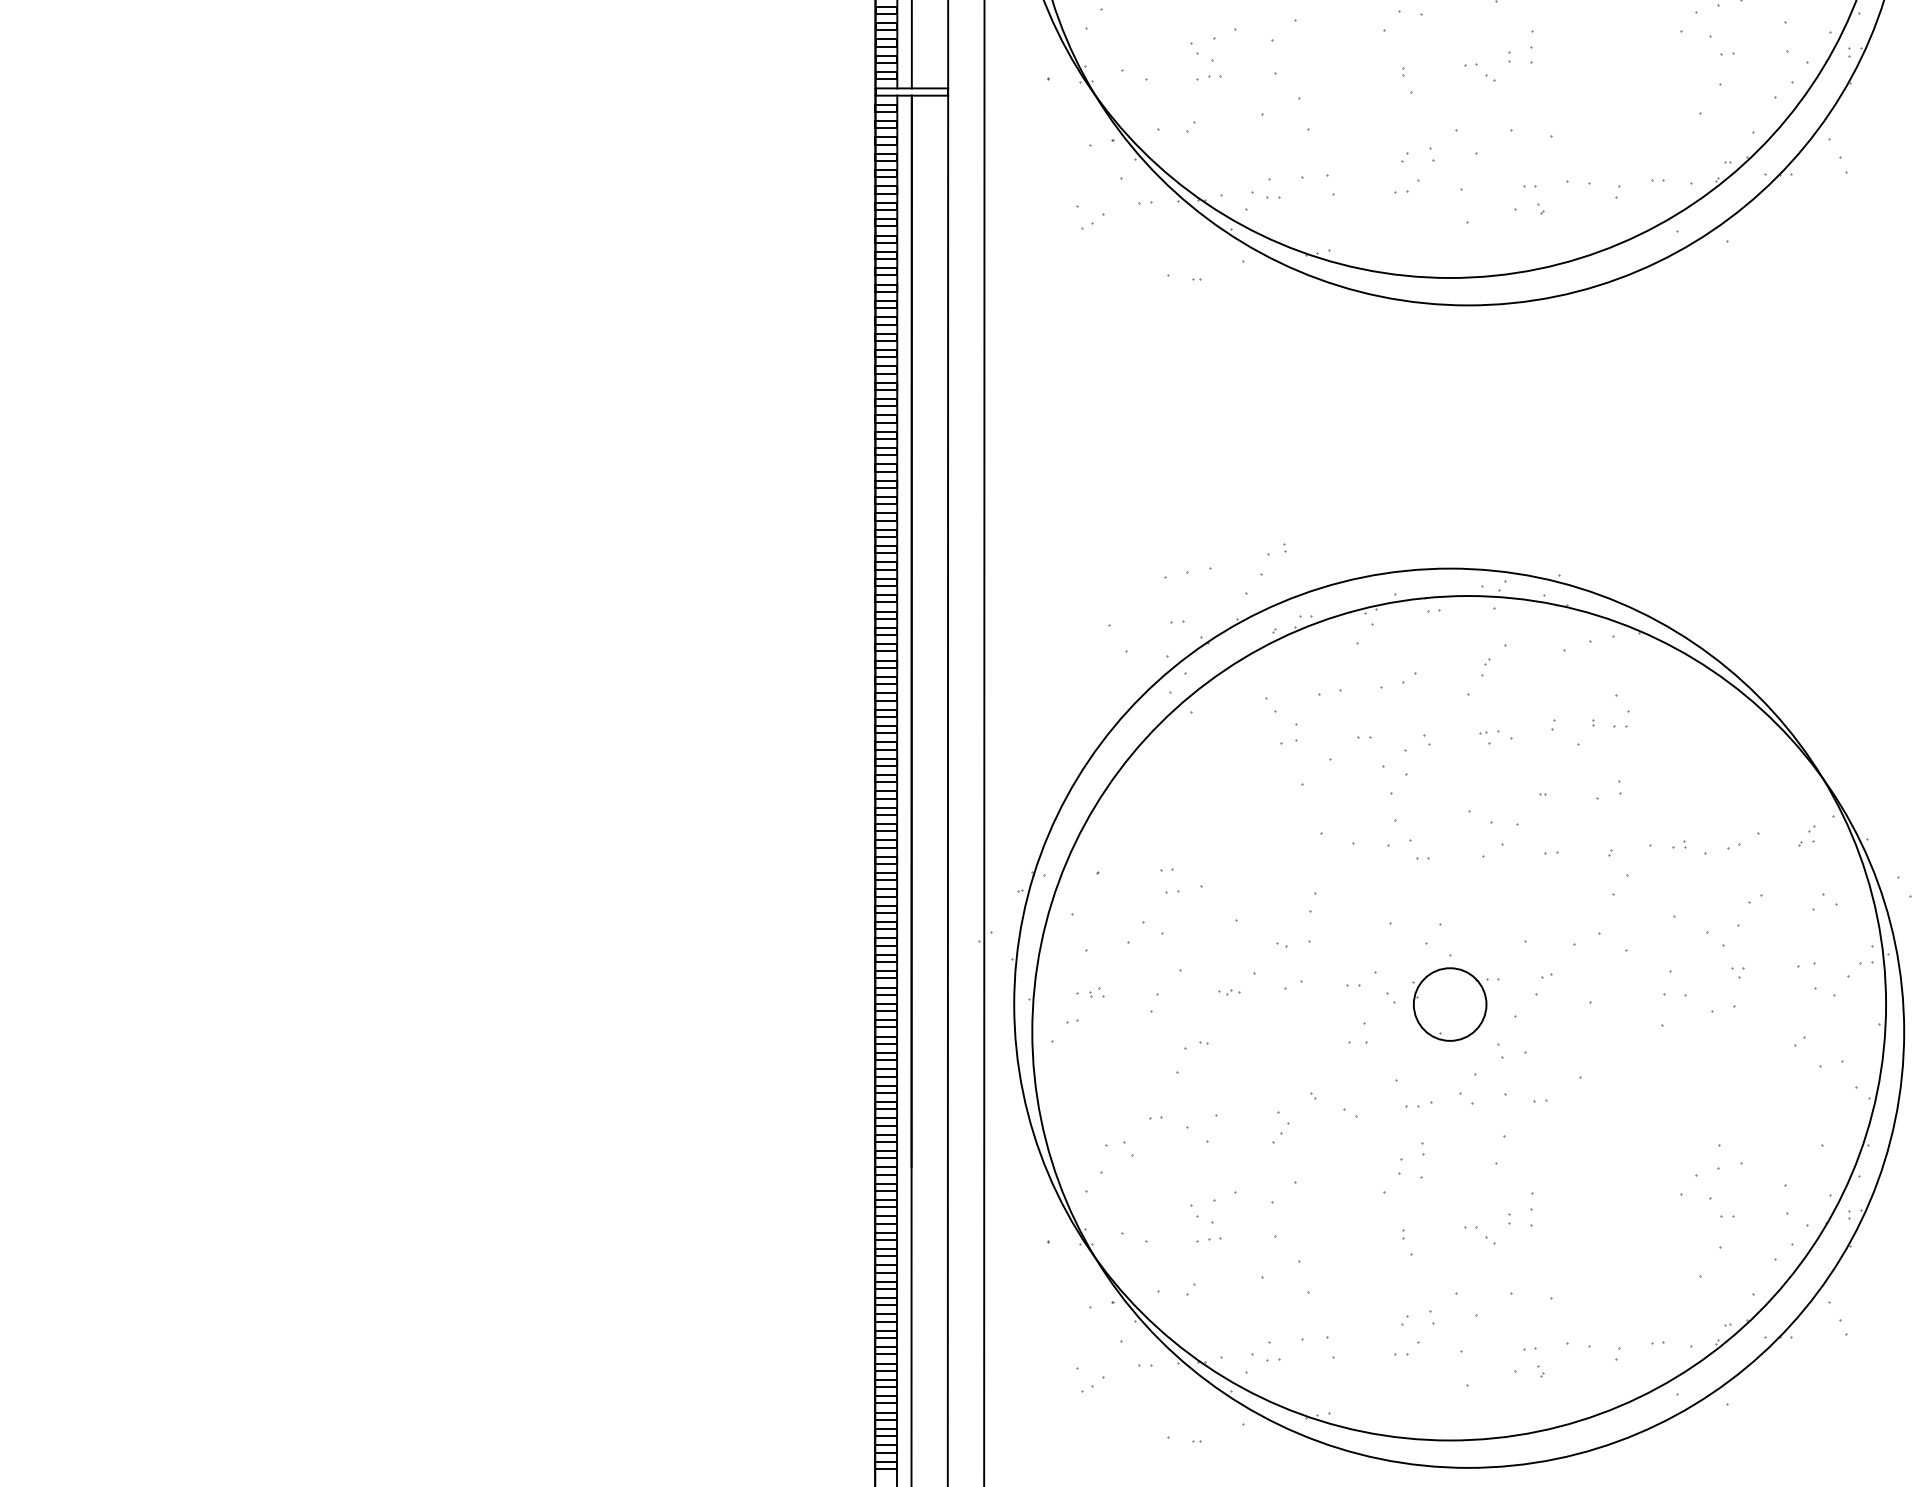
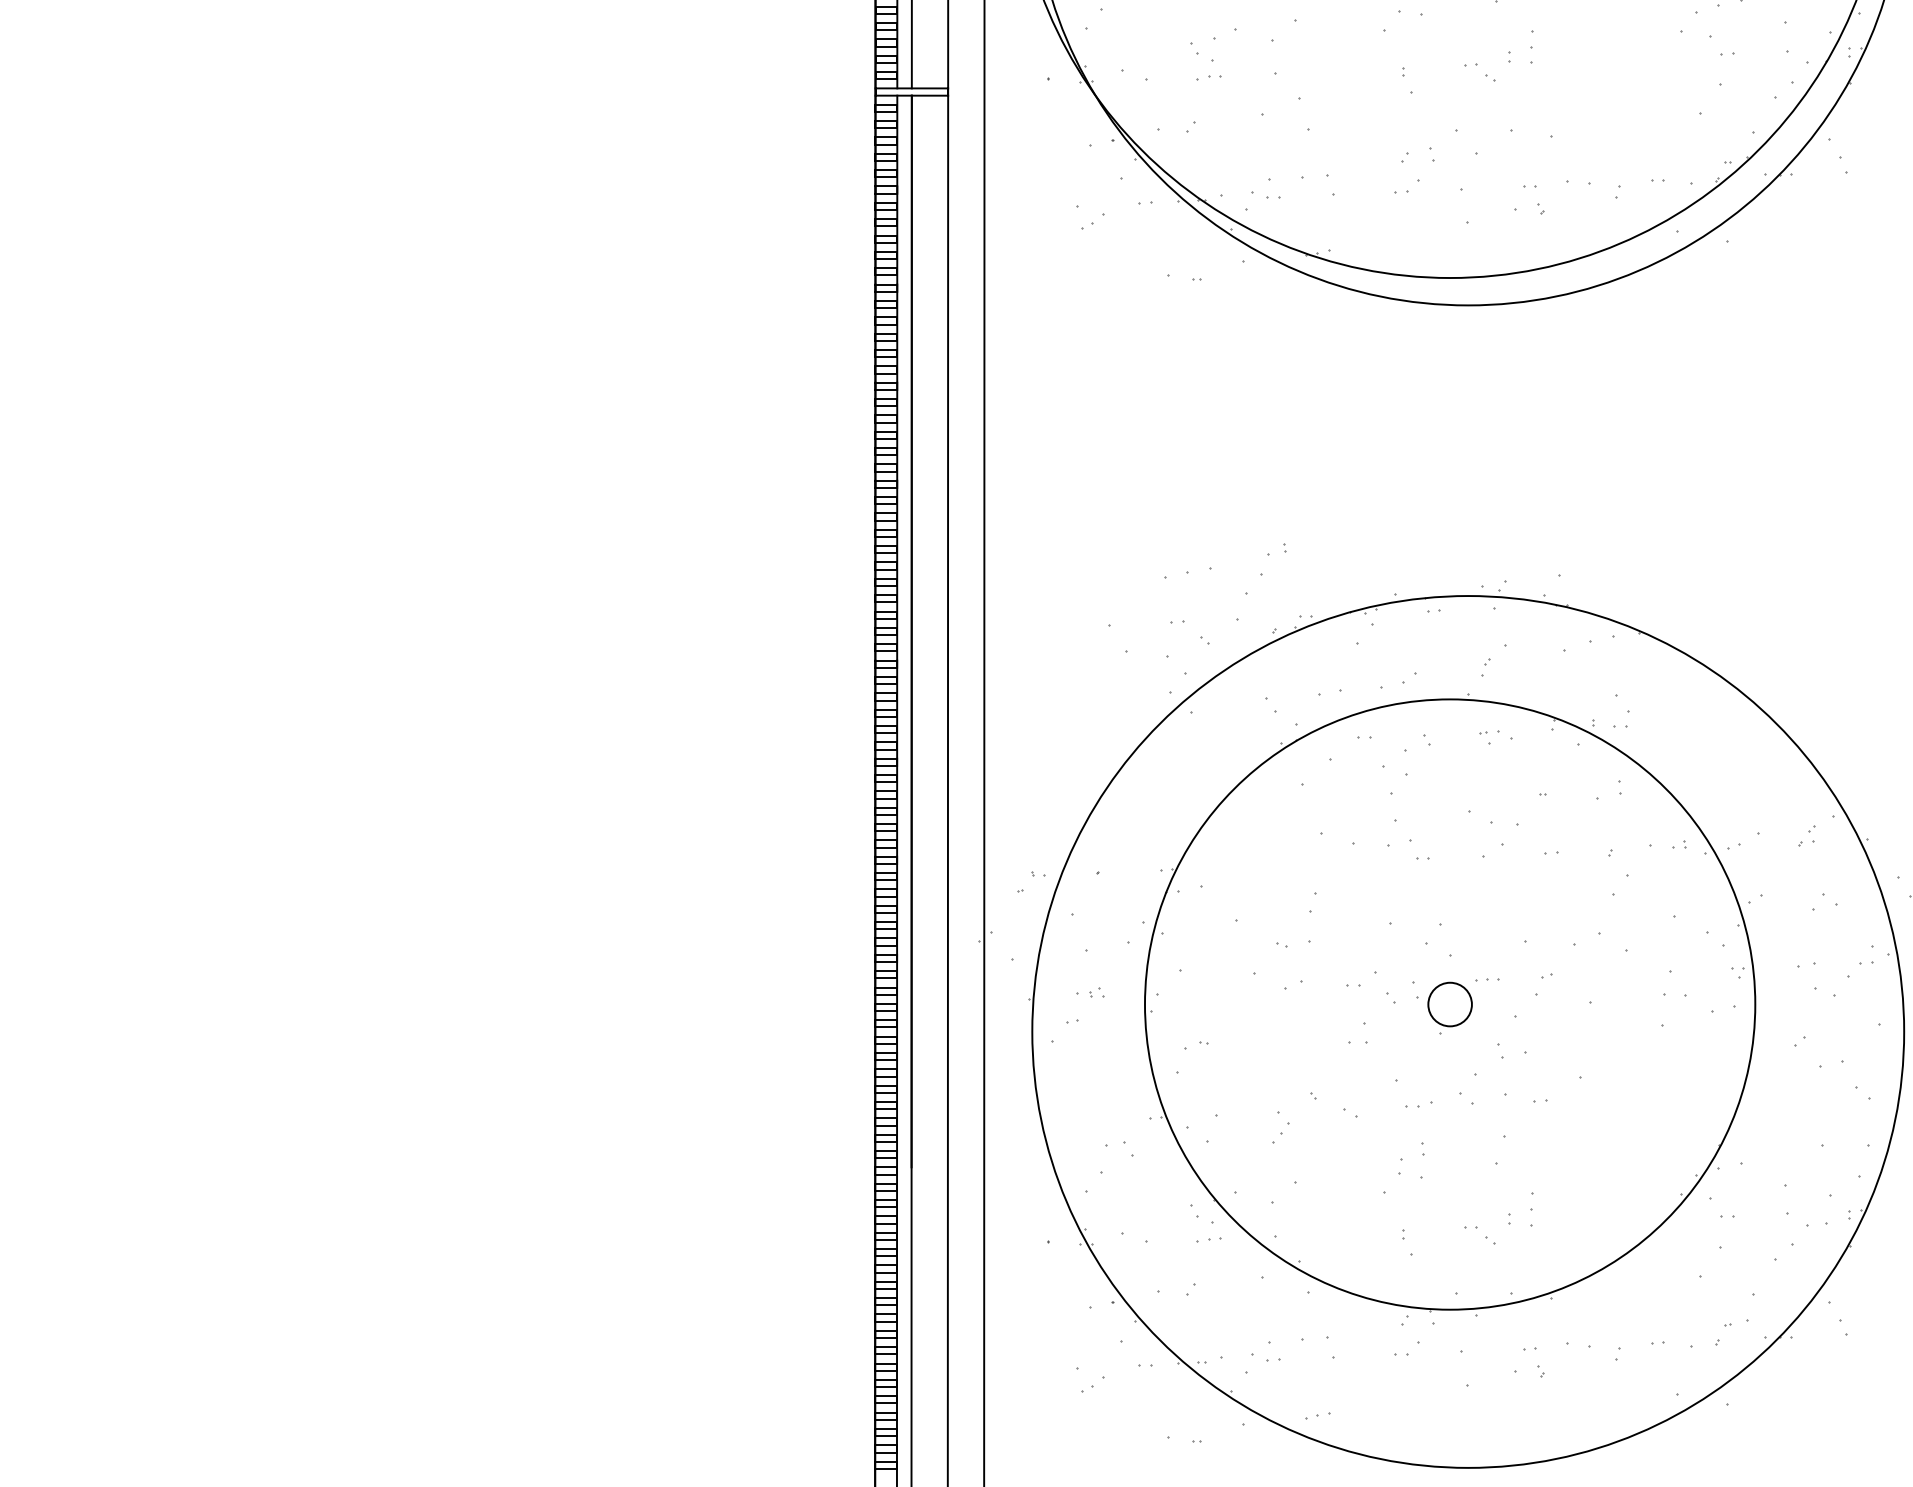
part at (1229, 992): present -> none
circle at (1449, 1004) diameter: 73 px -> 44 px
circle at (1450, 1004) diameter: 872 px -> 610 px
